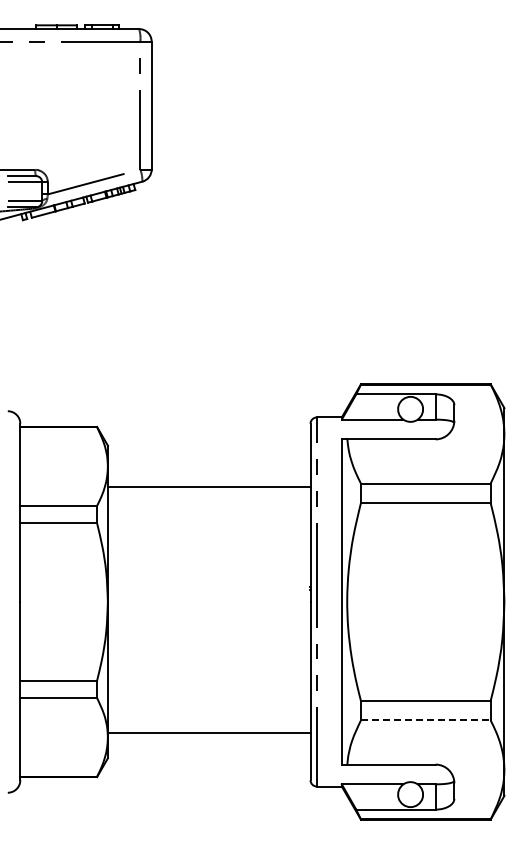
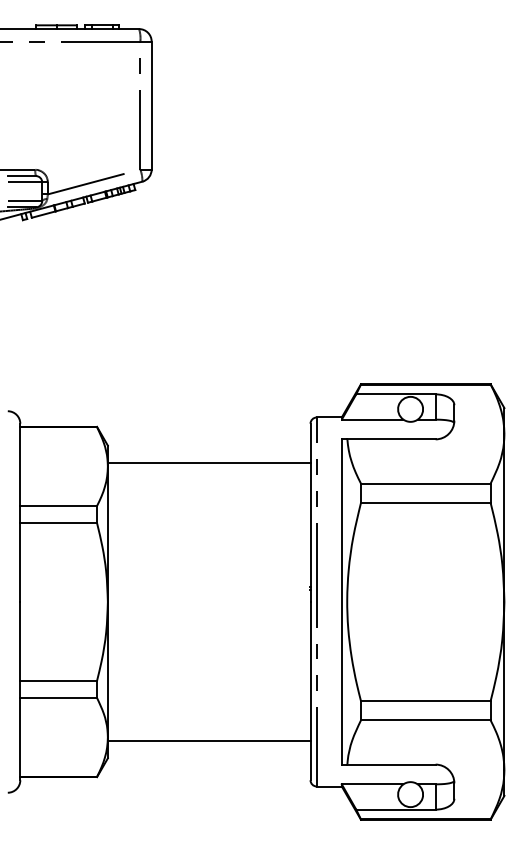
line at (208, 487) position: (208, 487) -> (208, 463)
line at (425, 720): dashed -> solid
line at (208, 732) position: (208, 732) -> (208, 740)
